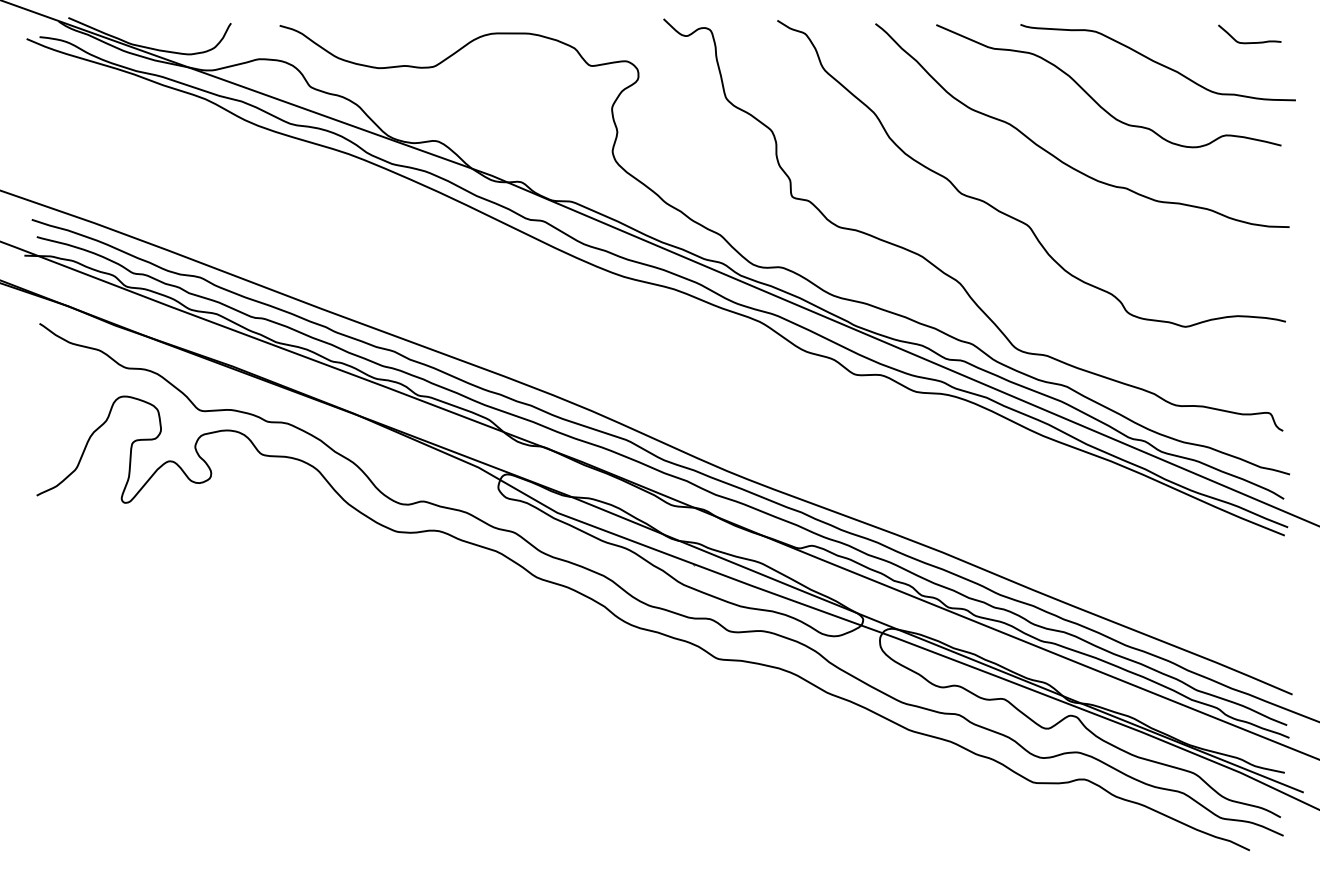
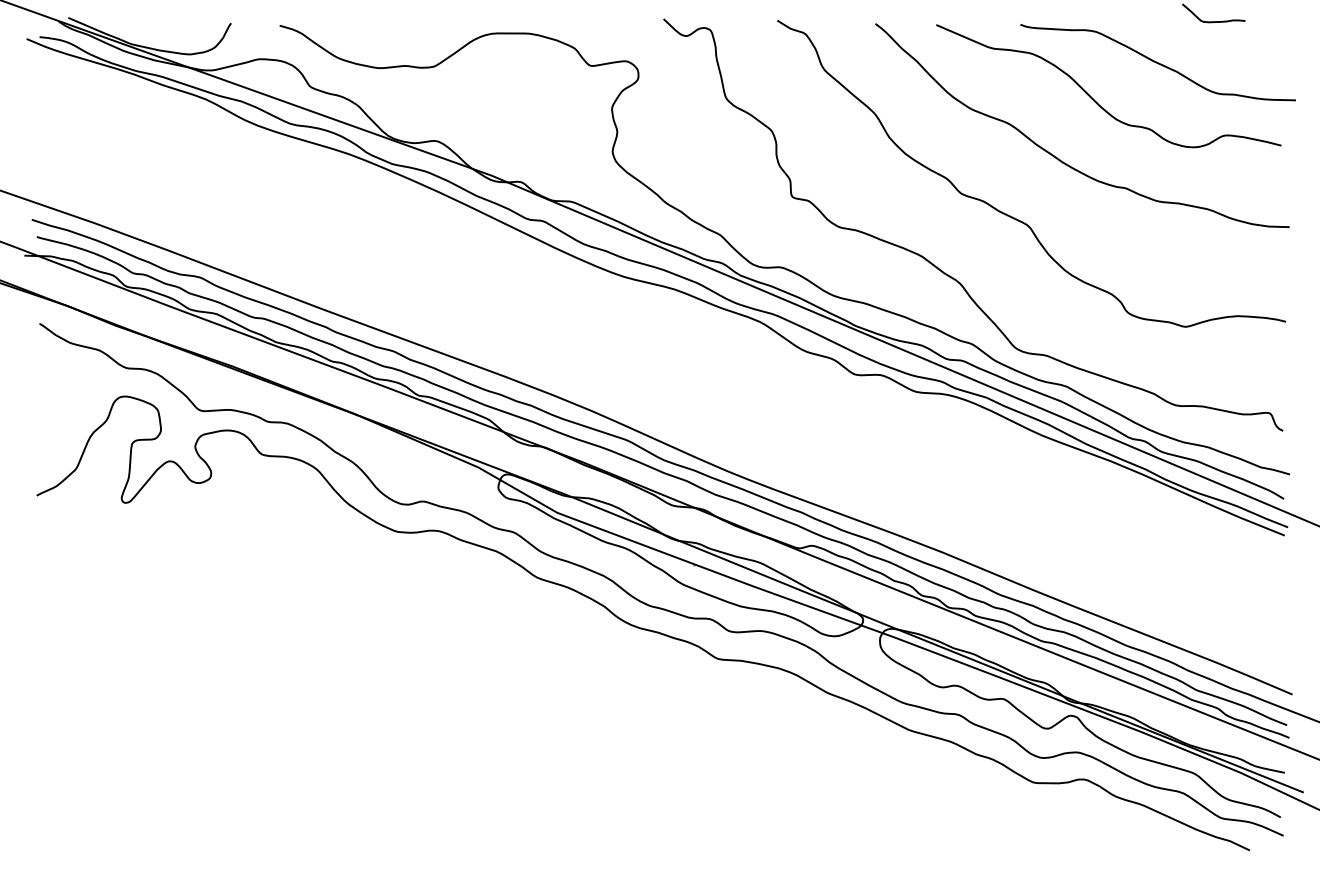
curve at (1249, 42) position: (1249, 42) -> (1213, 21)
